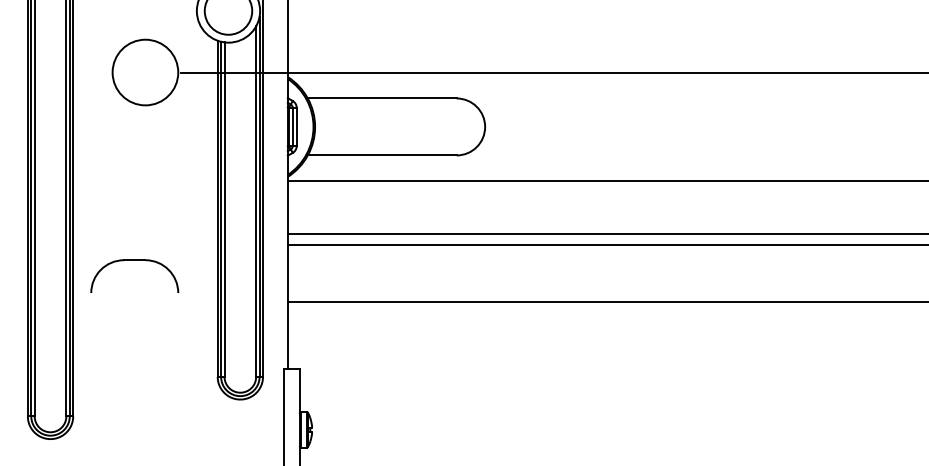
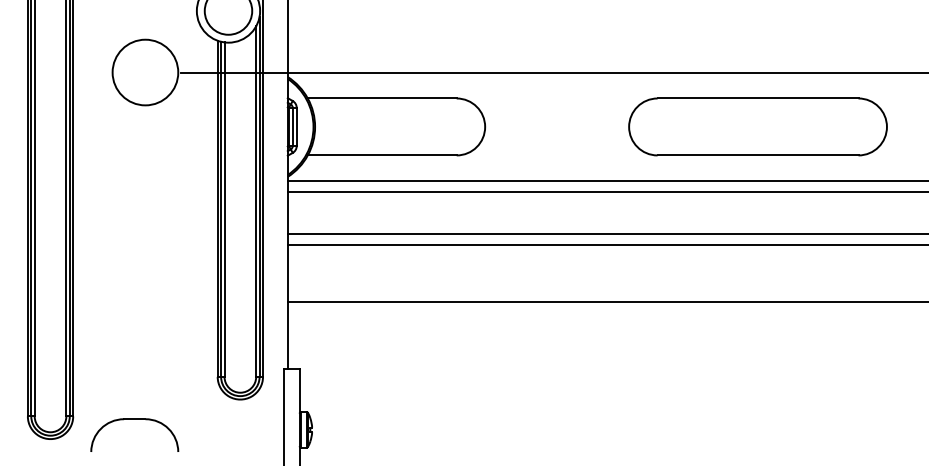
part at (757, 126): none -> present
line at (606, 191): none -> present
part at (134, 260) position: (134, 260) -> (134, 419)
